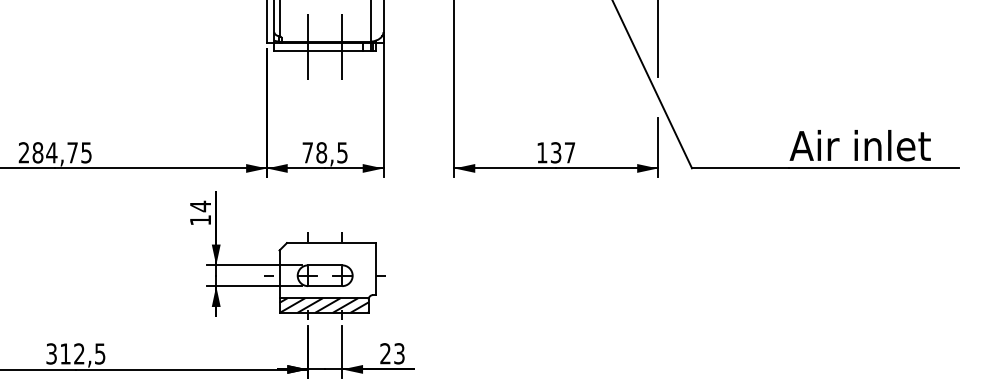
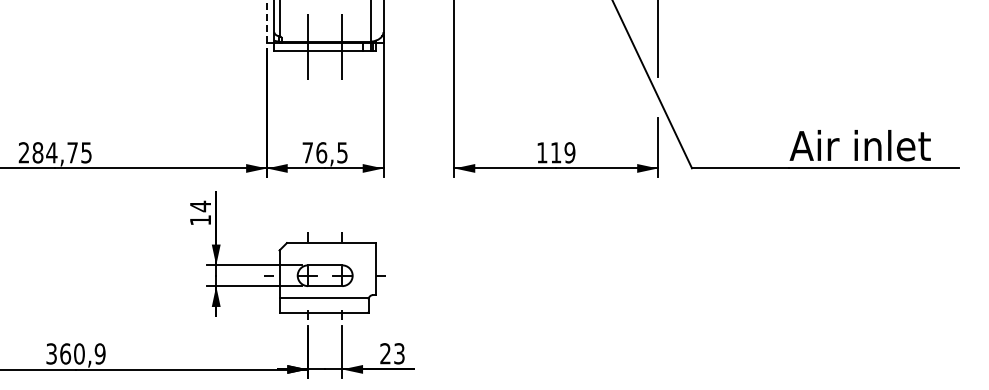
line at (266, 21): solid -> dashed
text at (321, 152): 78,5 -> 76,5
text at (563, 152): 137 -> 119
hatch at (323, 305): present -> none
text at (82, 353): 312,5 -> 360,9
